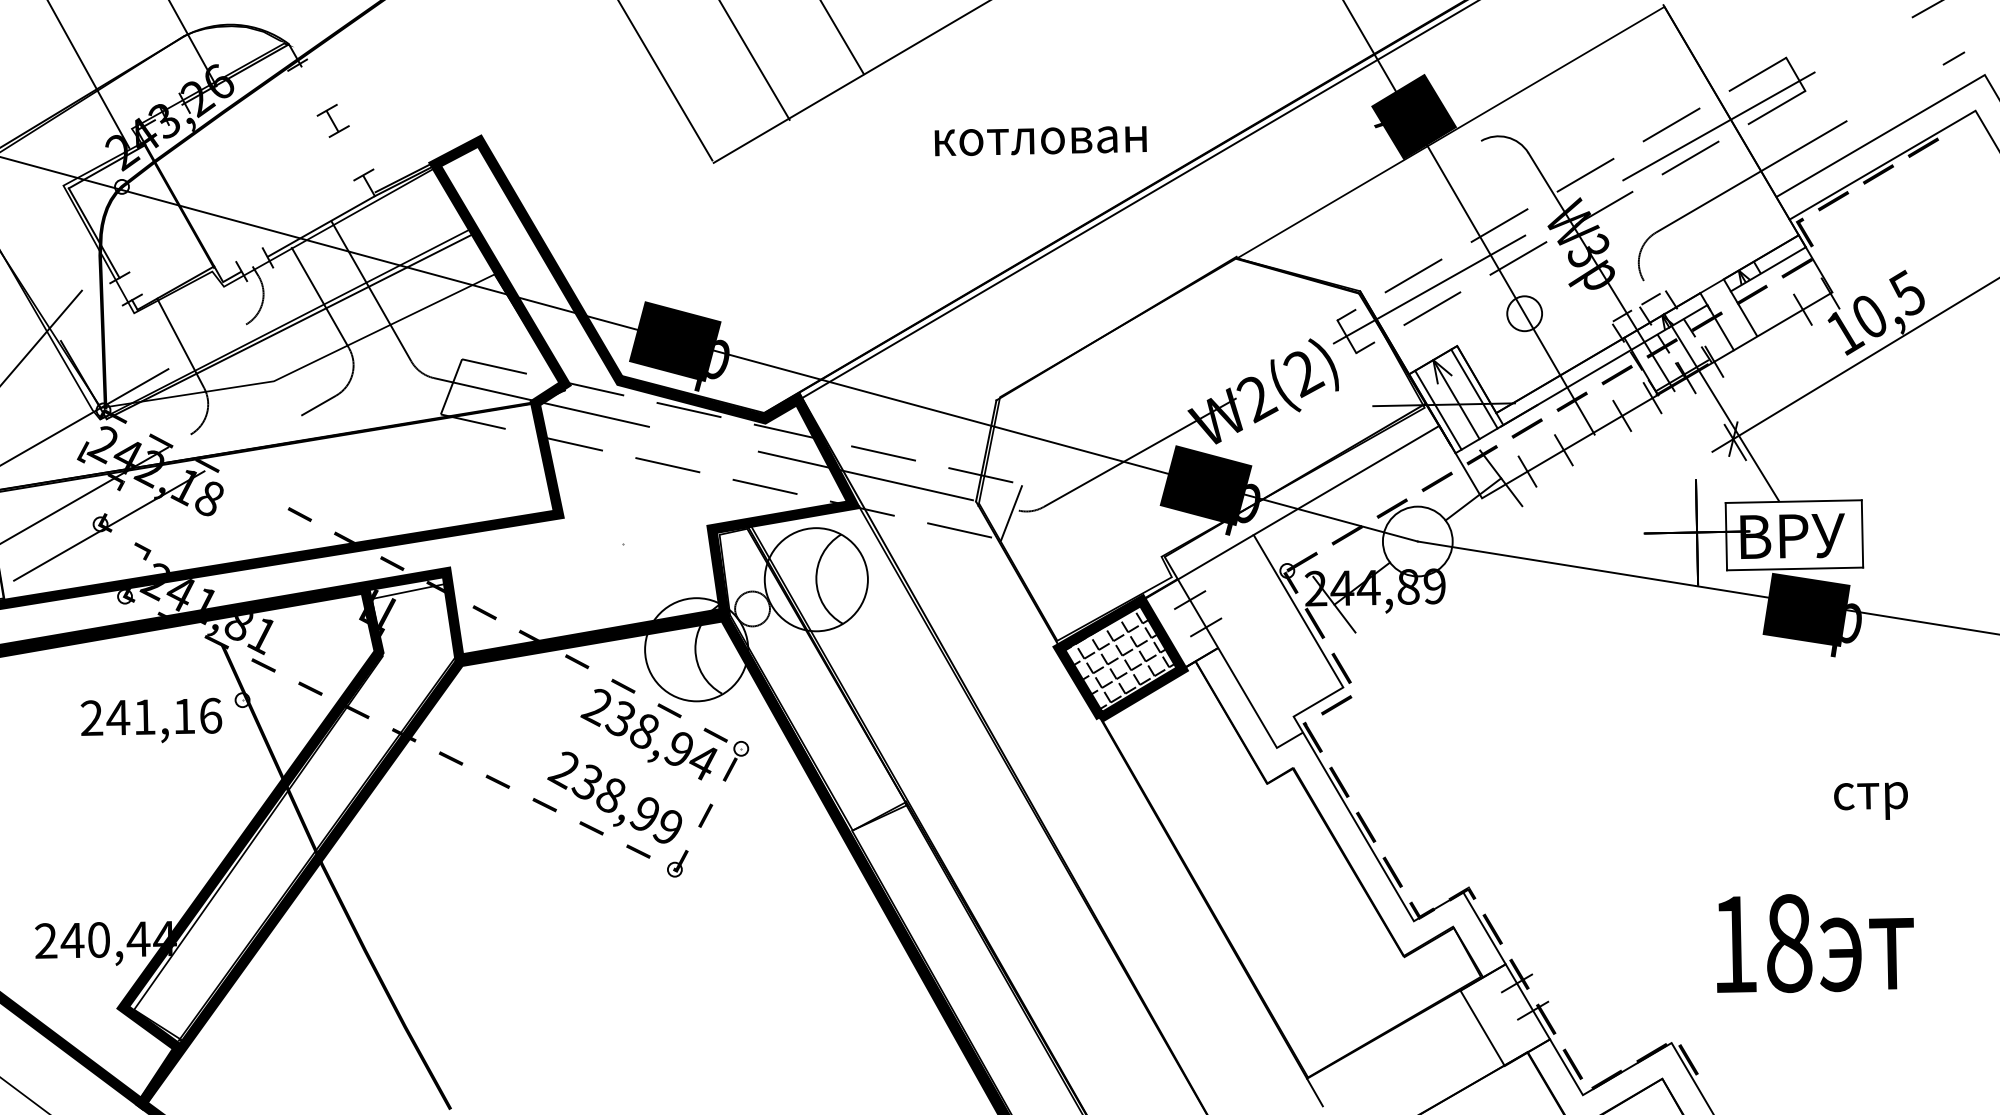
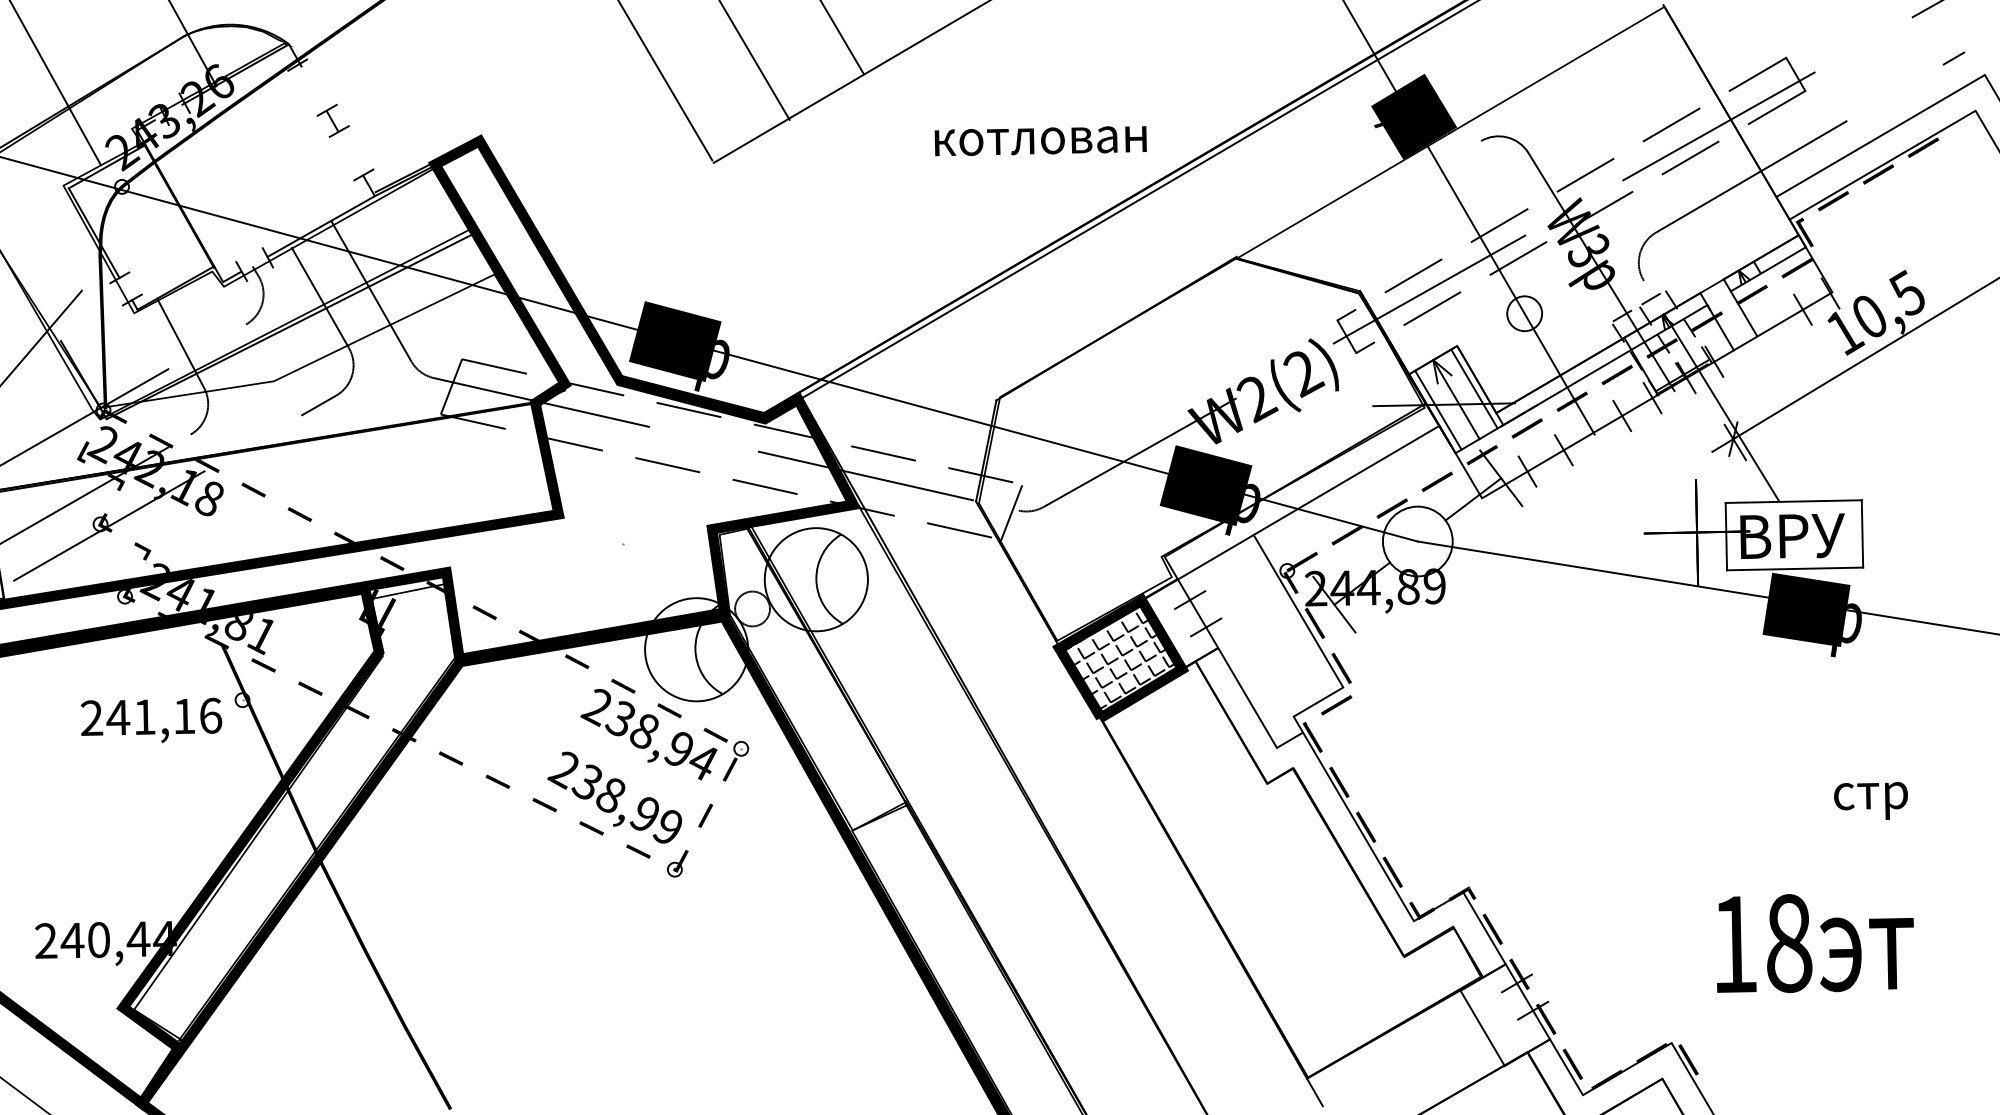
line at (88, 75) position: (88, 75) -> (55, 83)
line at (253, 489): none -> present
